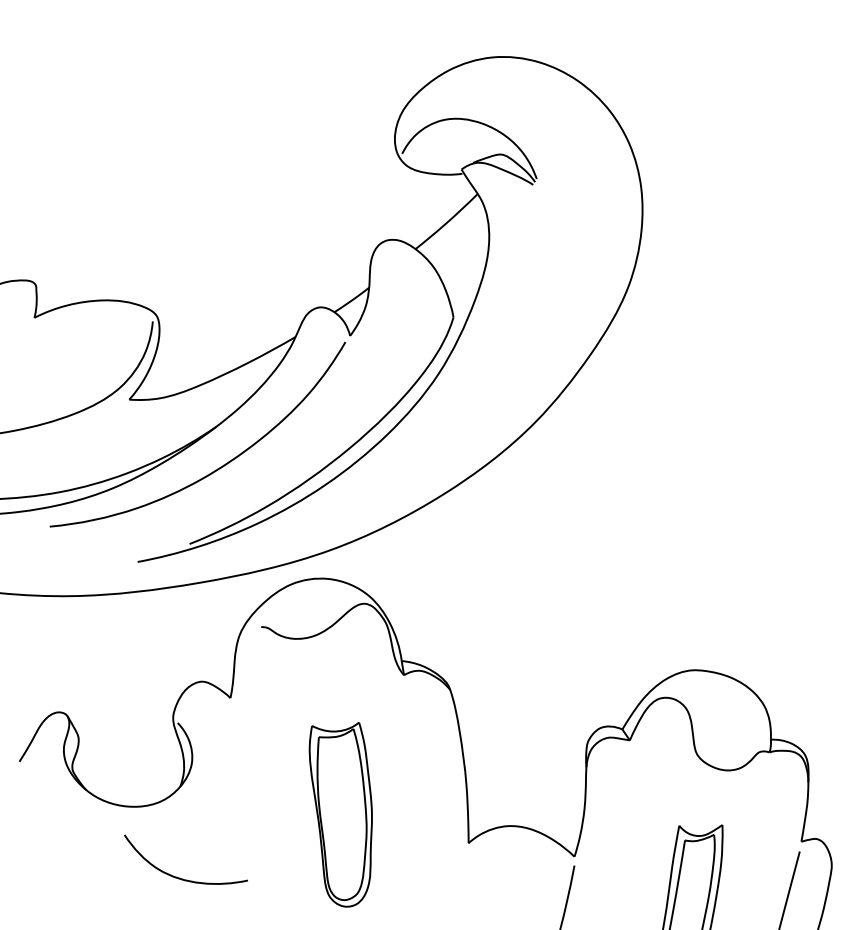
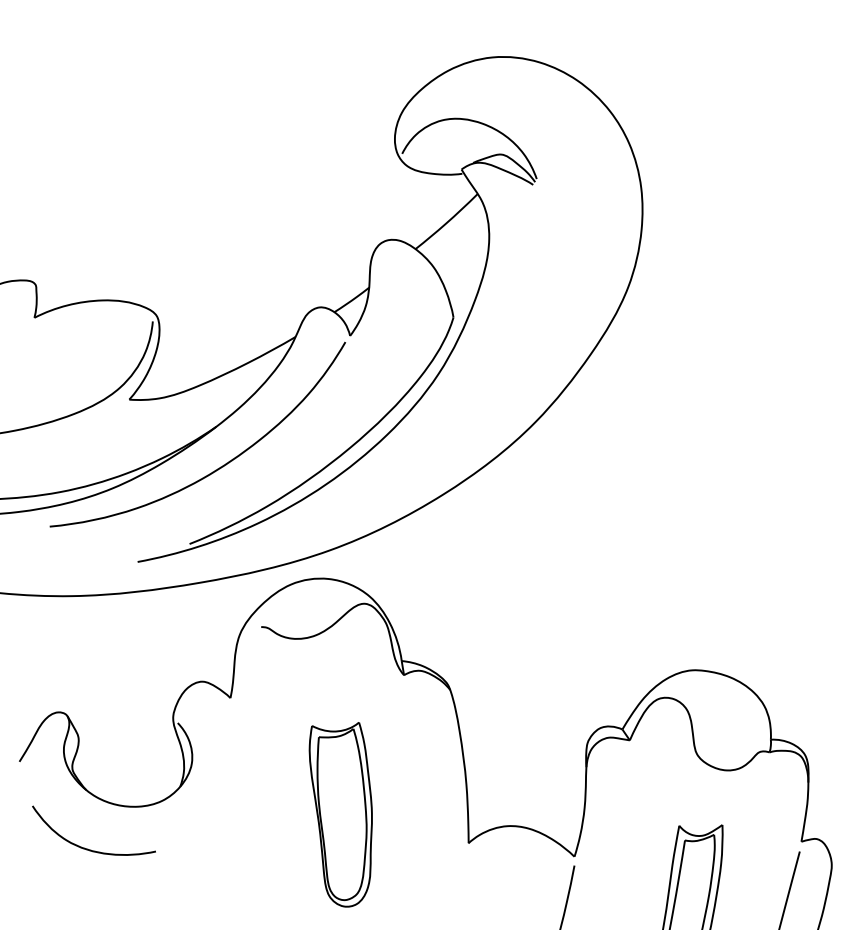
curve at (179, 877) position: (179, 877) -> (87, 848)
